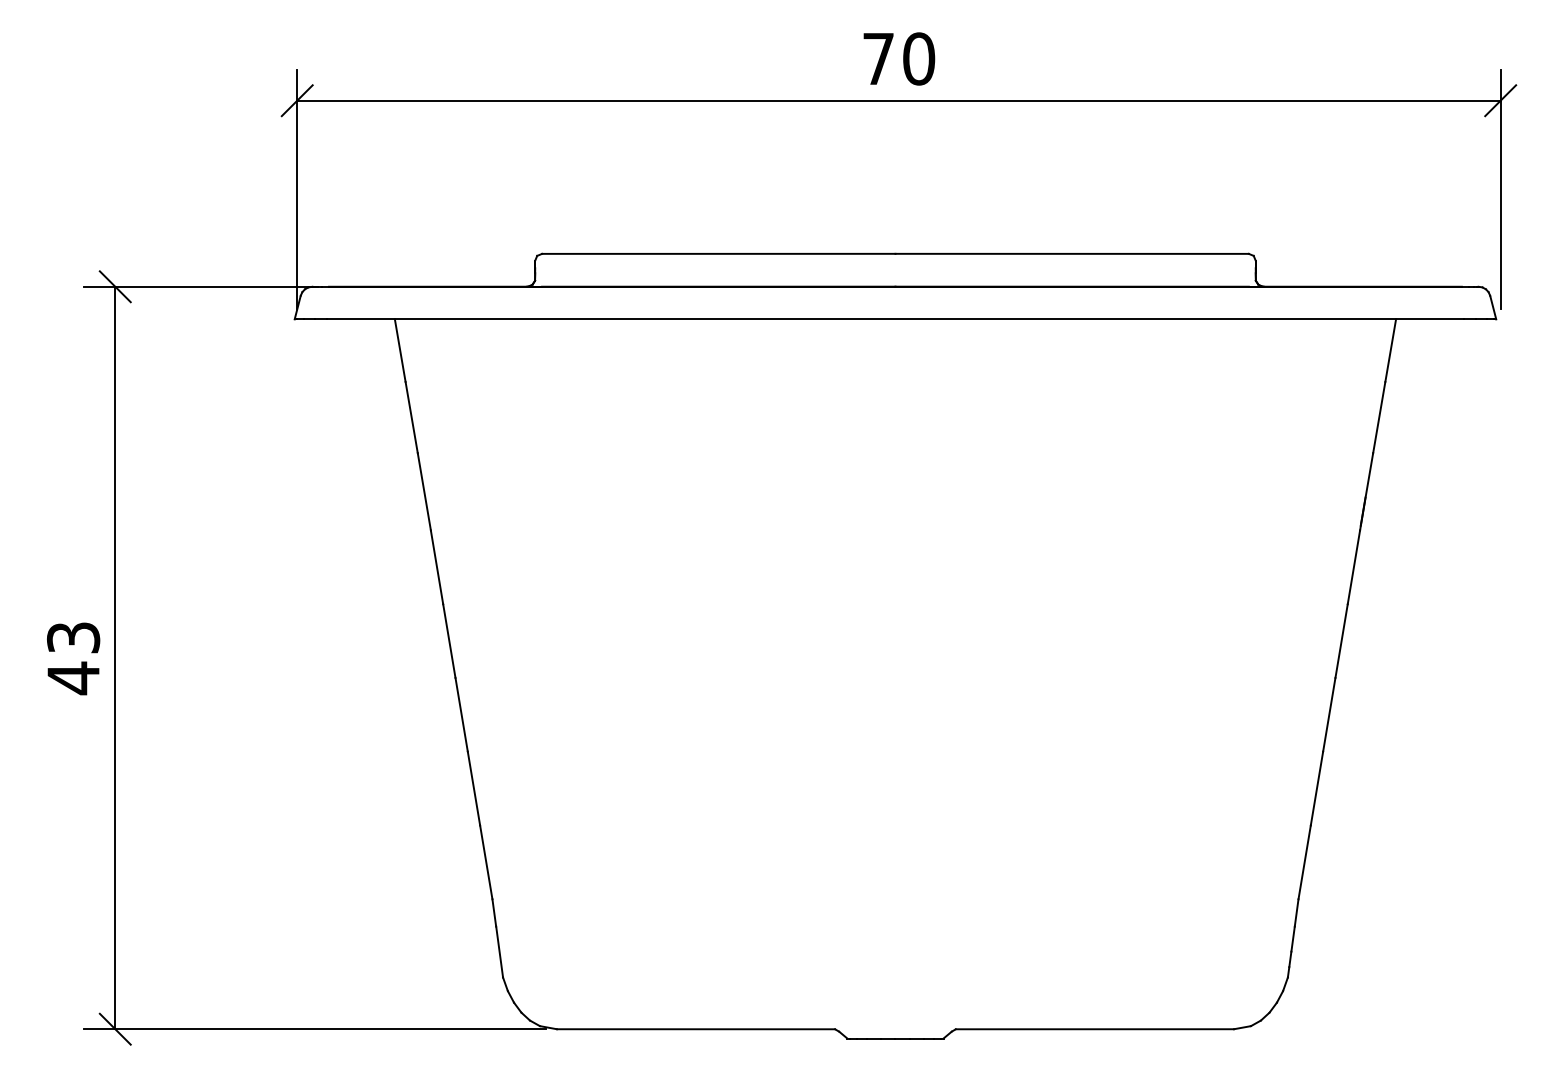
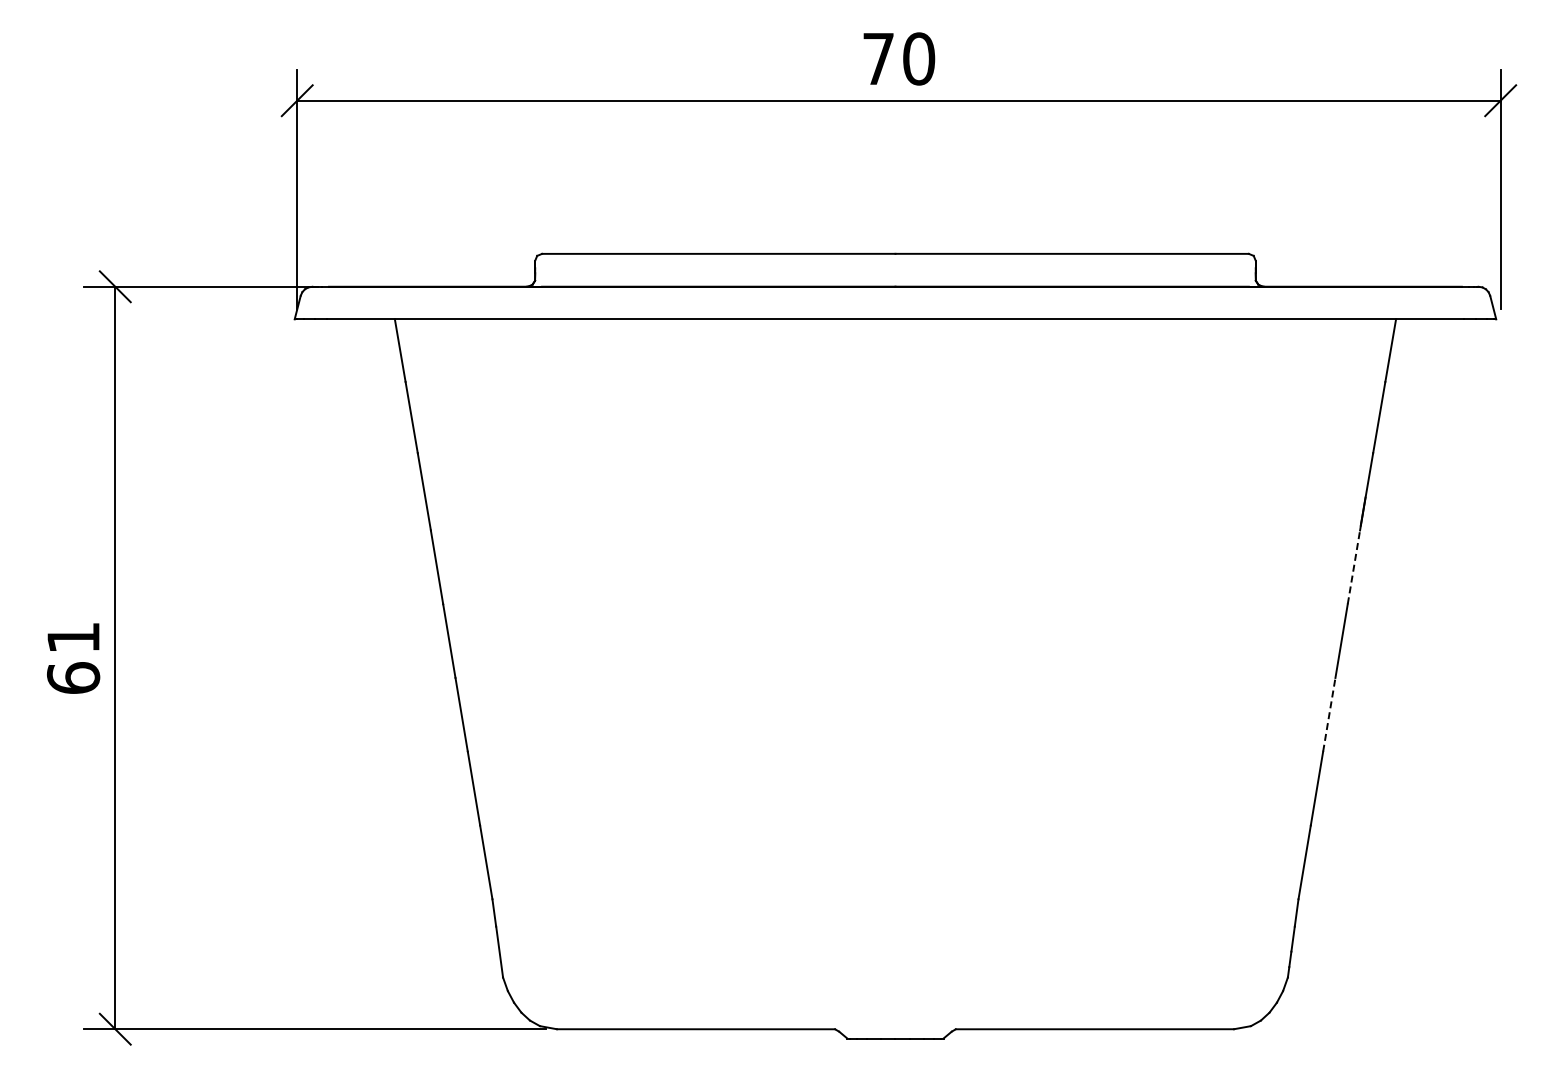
line at (1354, 566): solid -> dashed
text at (73, 658): 43 -> 61
line at (1329, 714): solid -> dashed
